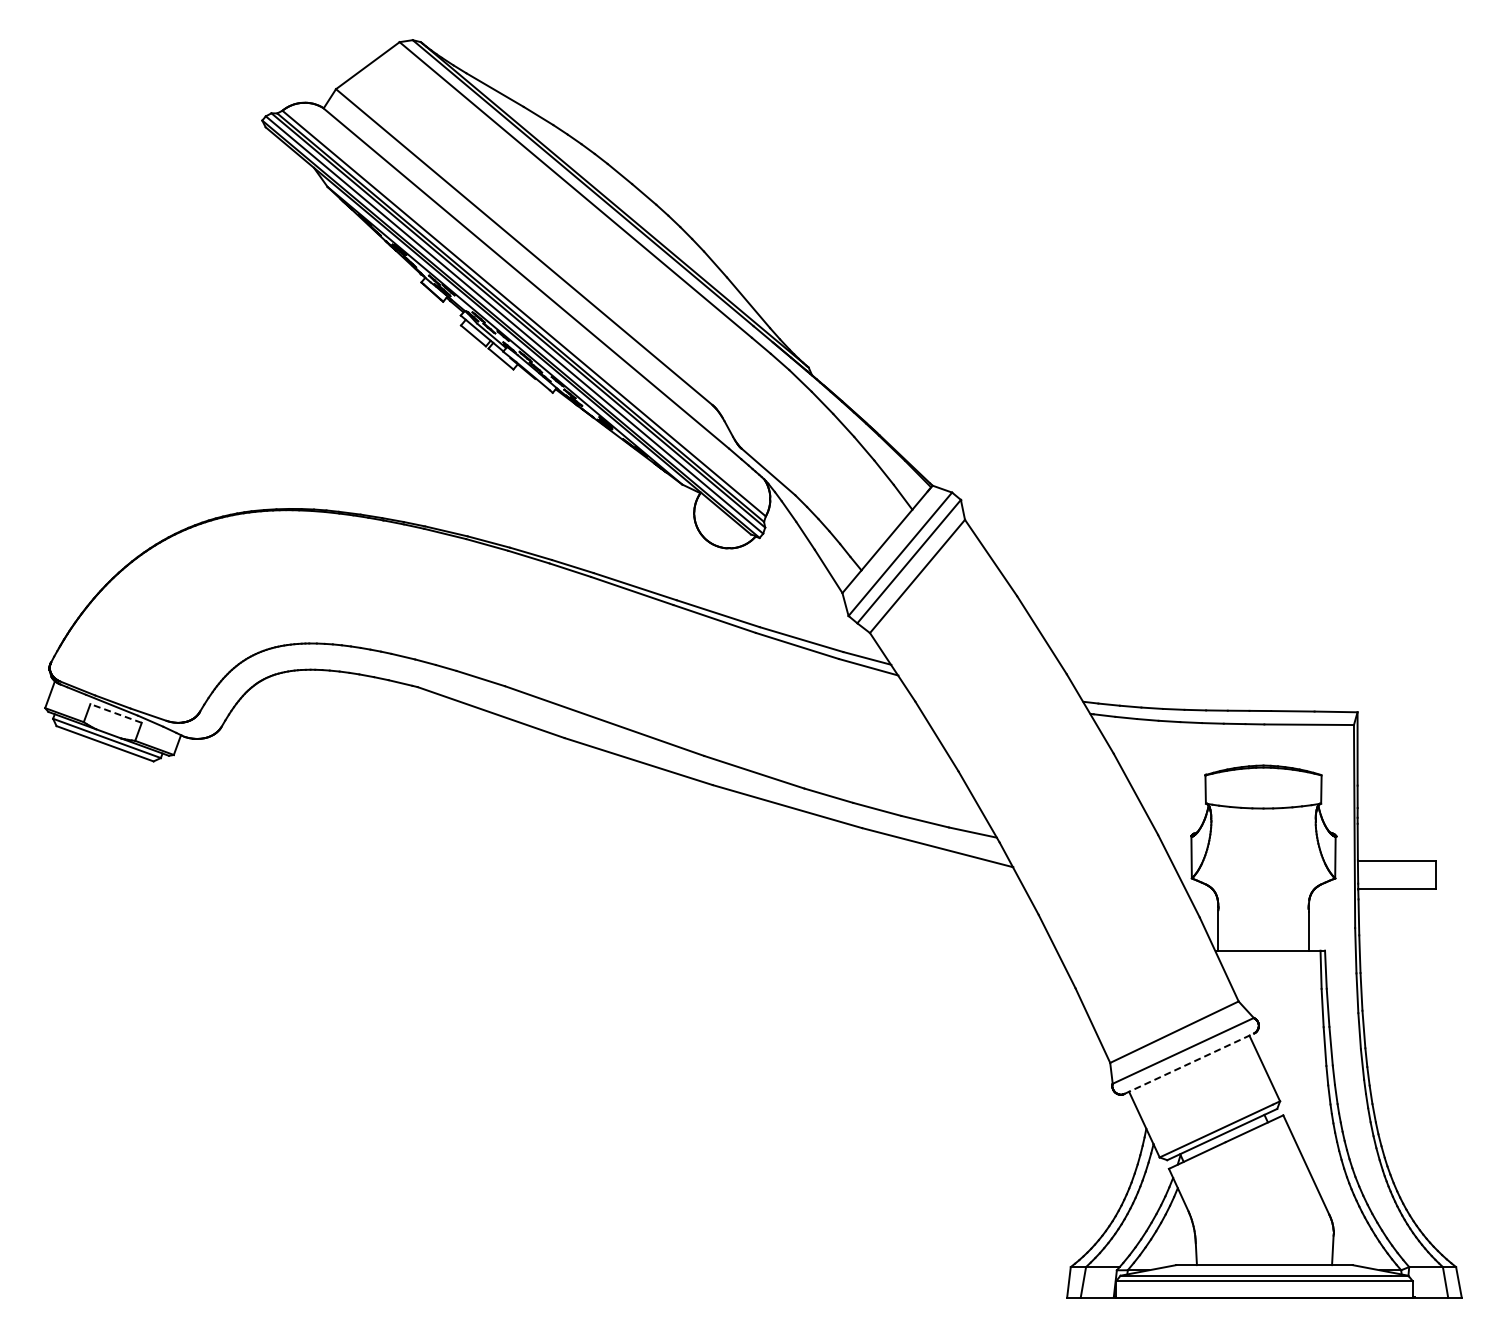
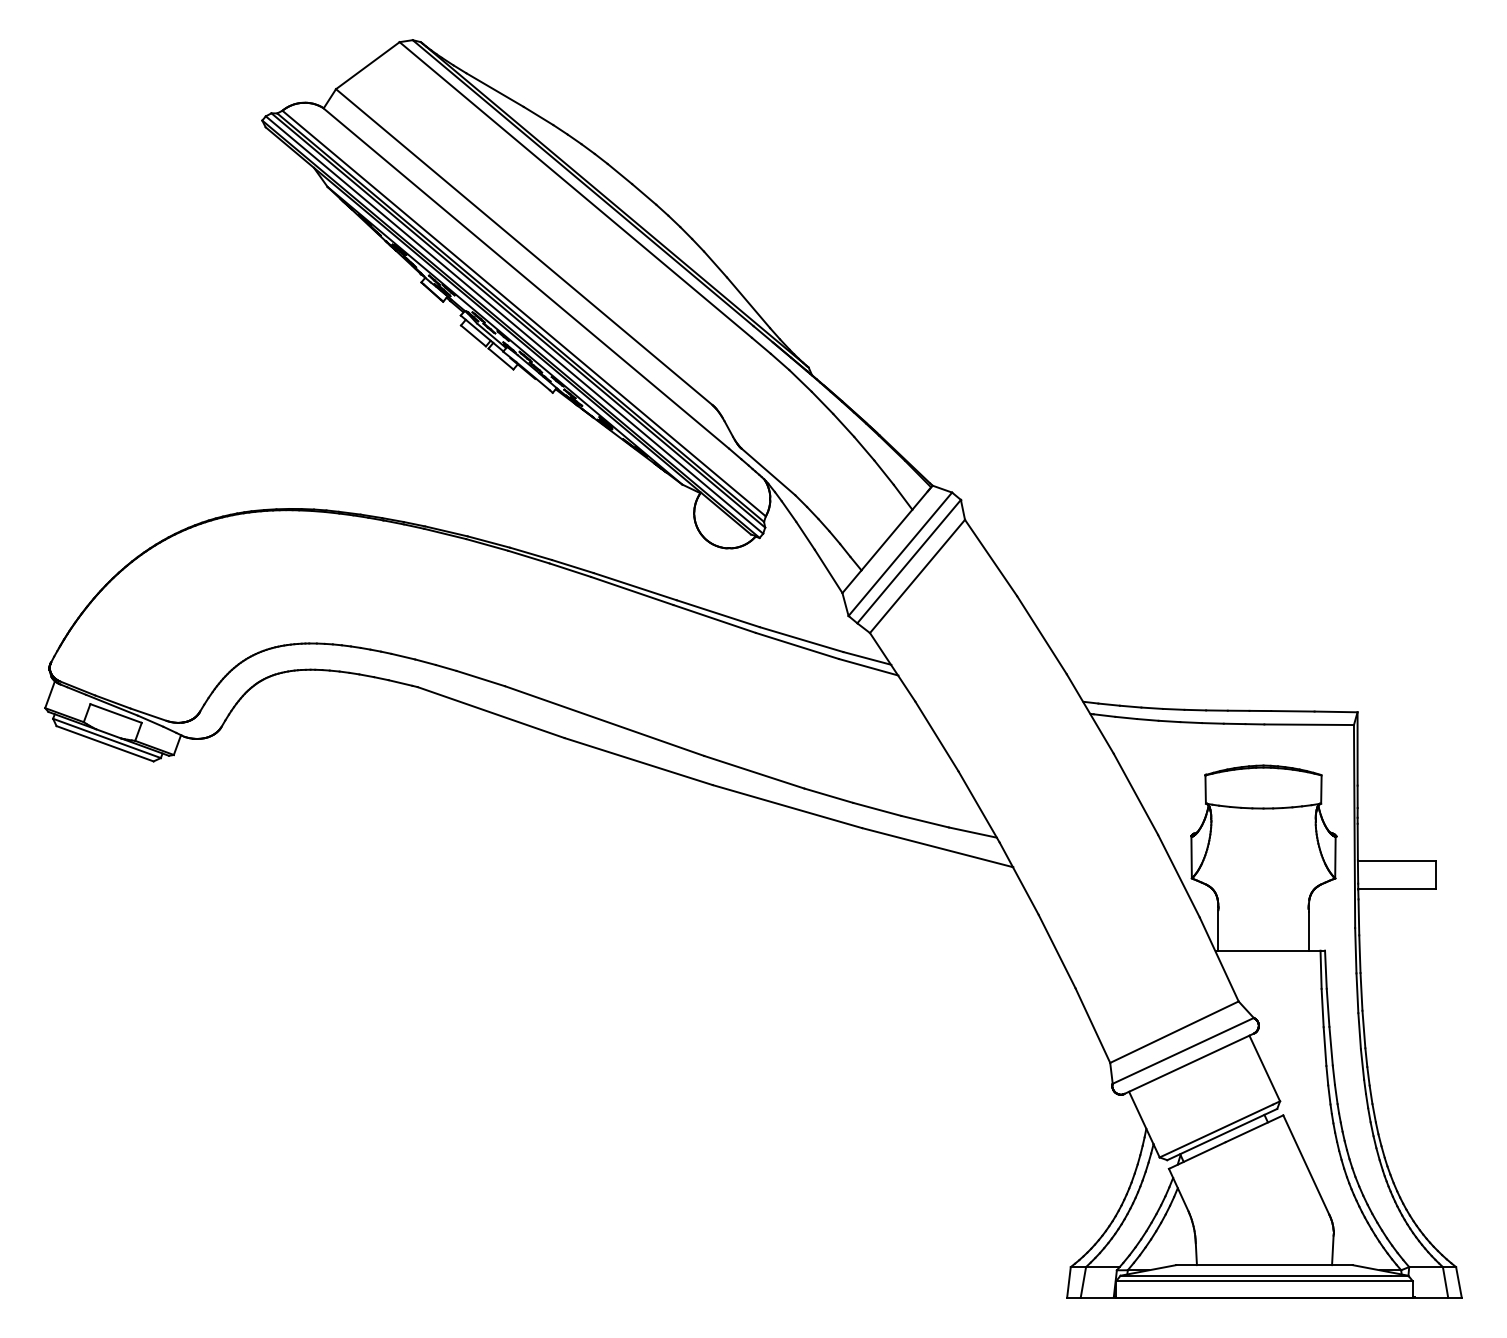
line at (115, 713): dashed -> solid
line at (1189, 1063): dashed -> solid
